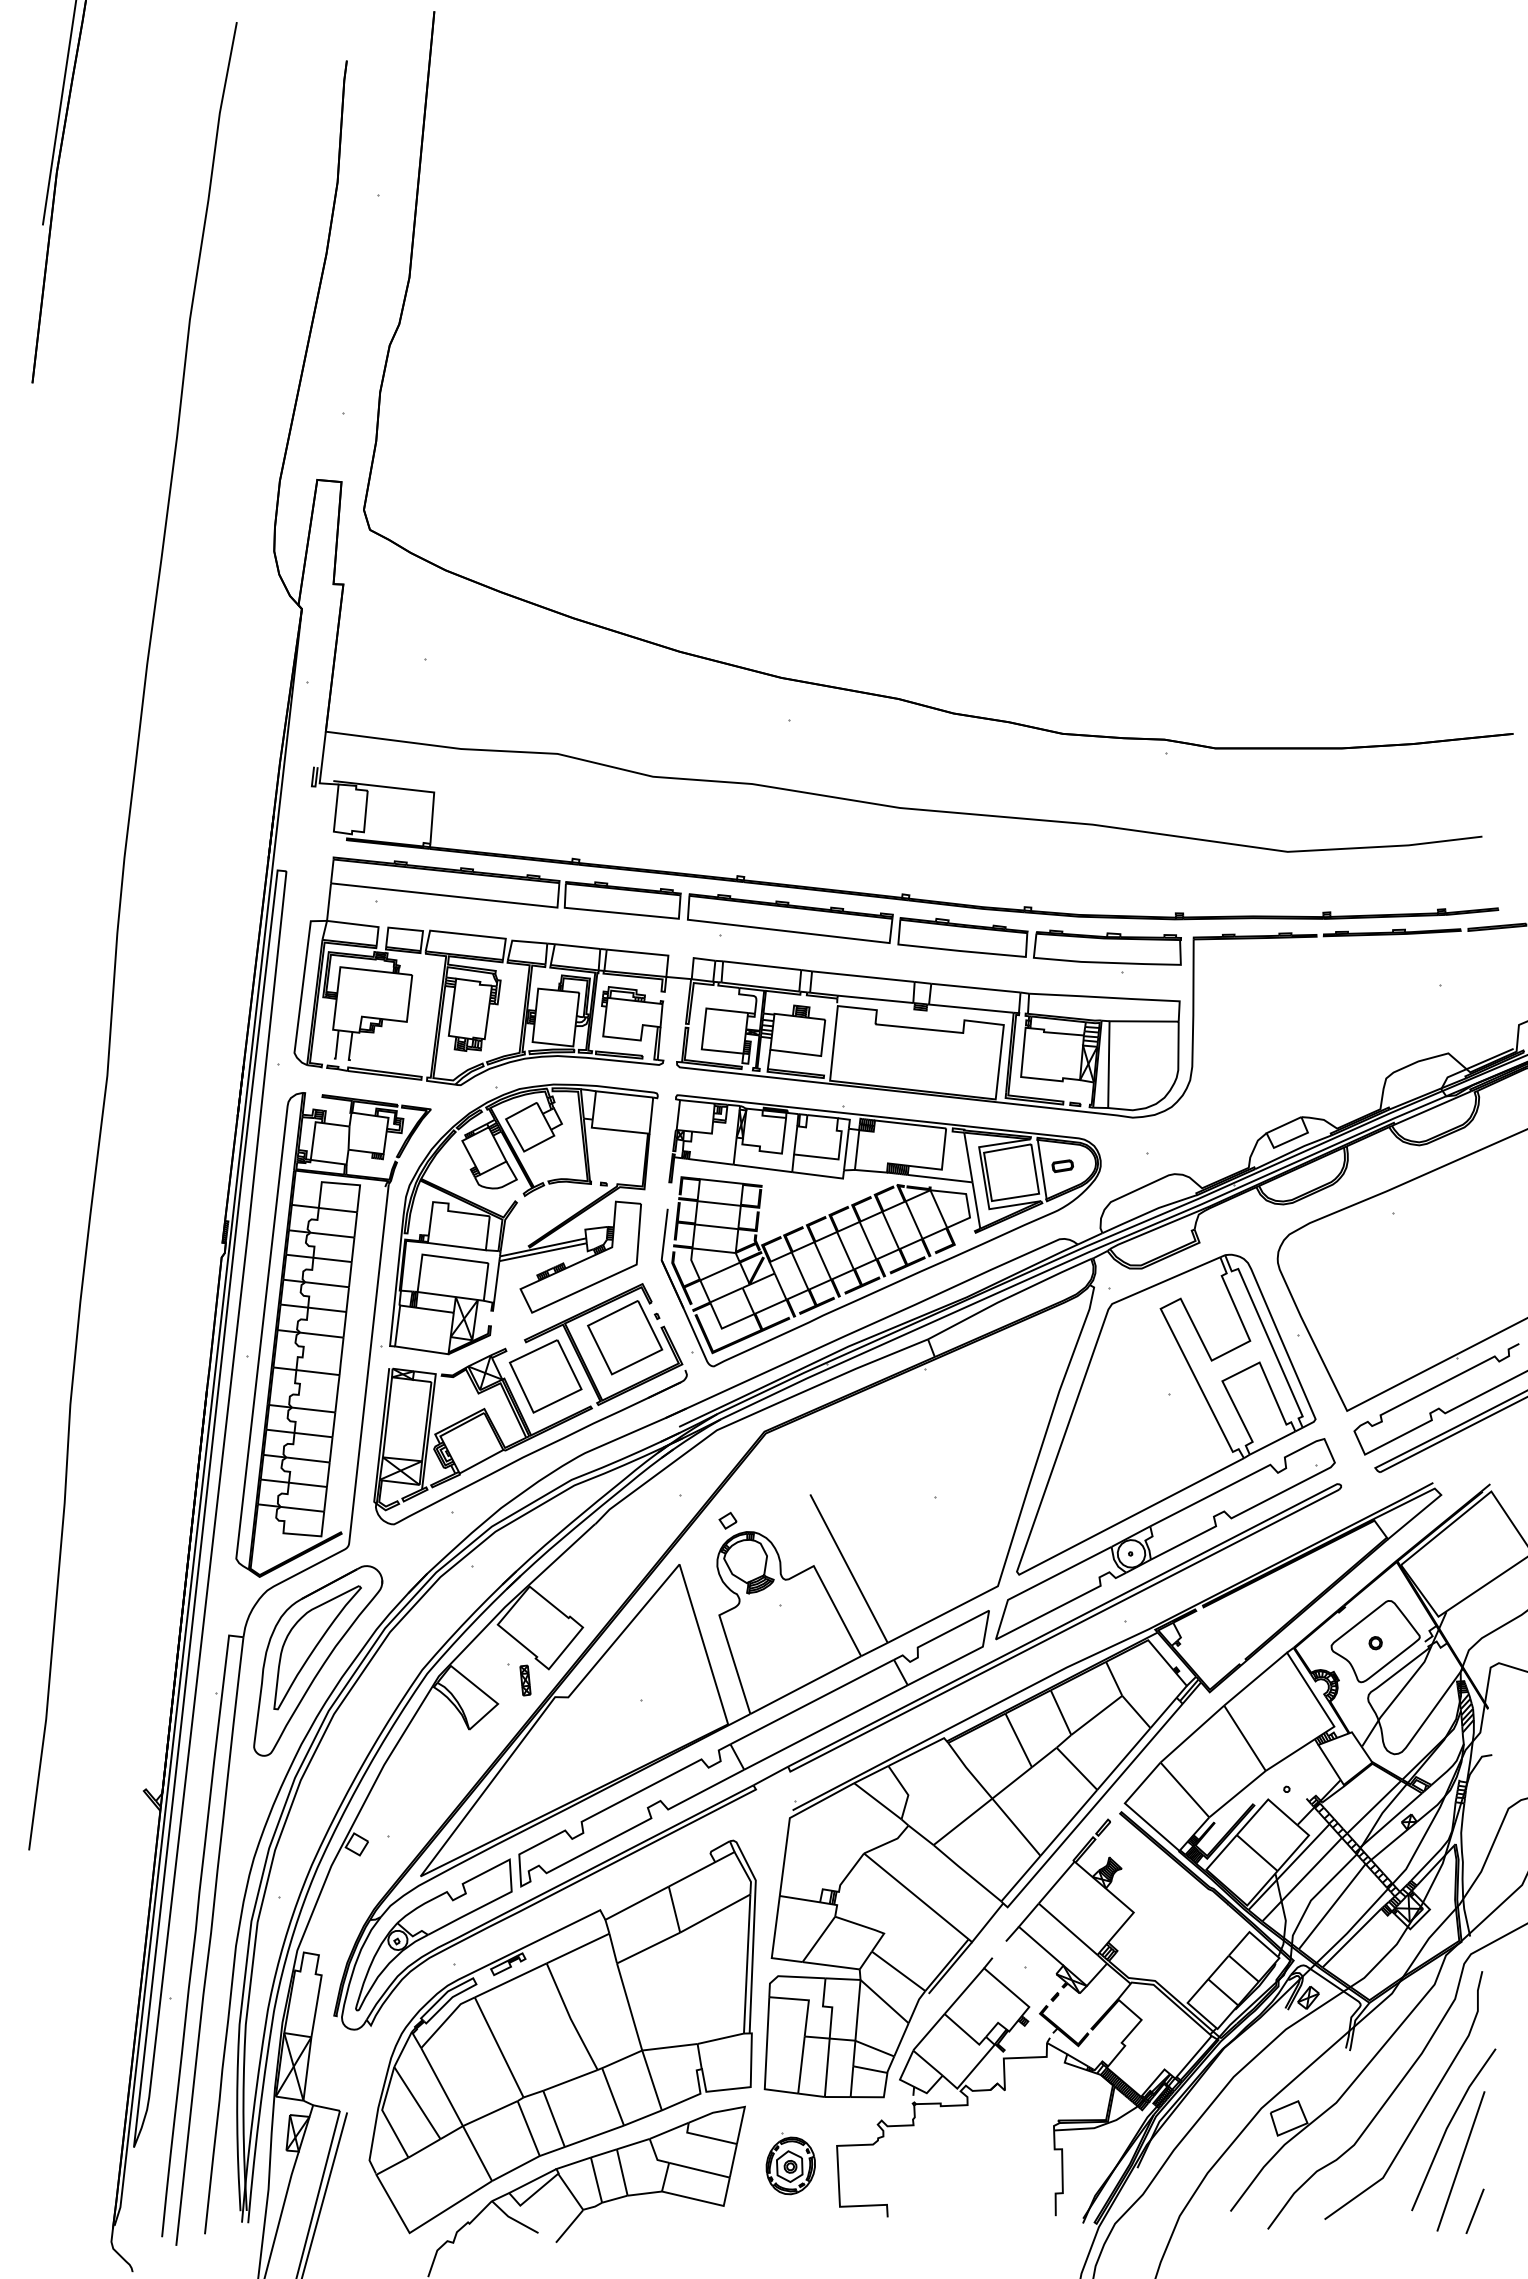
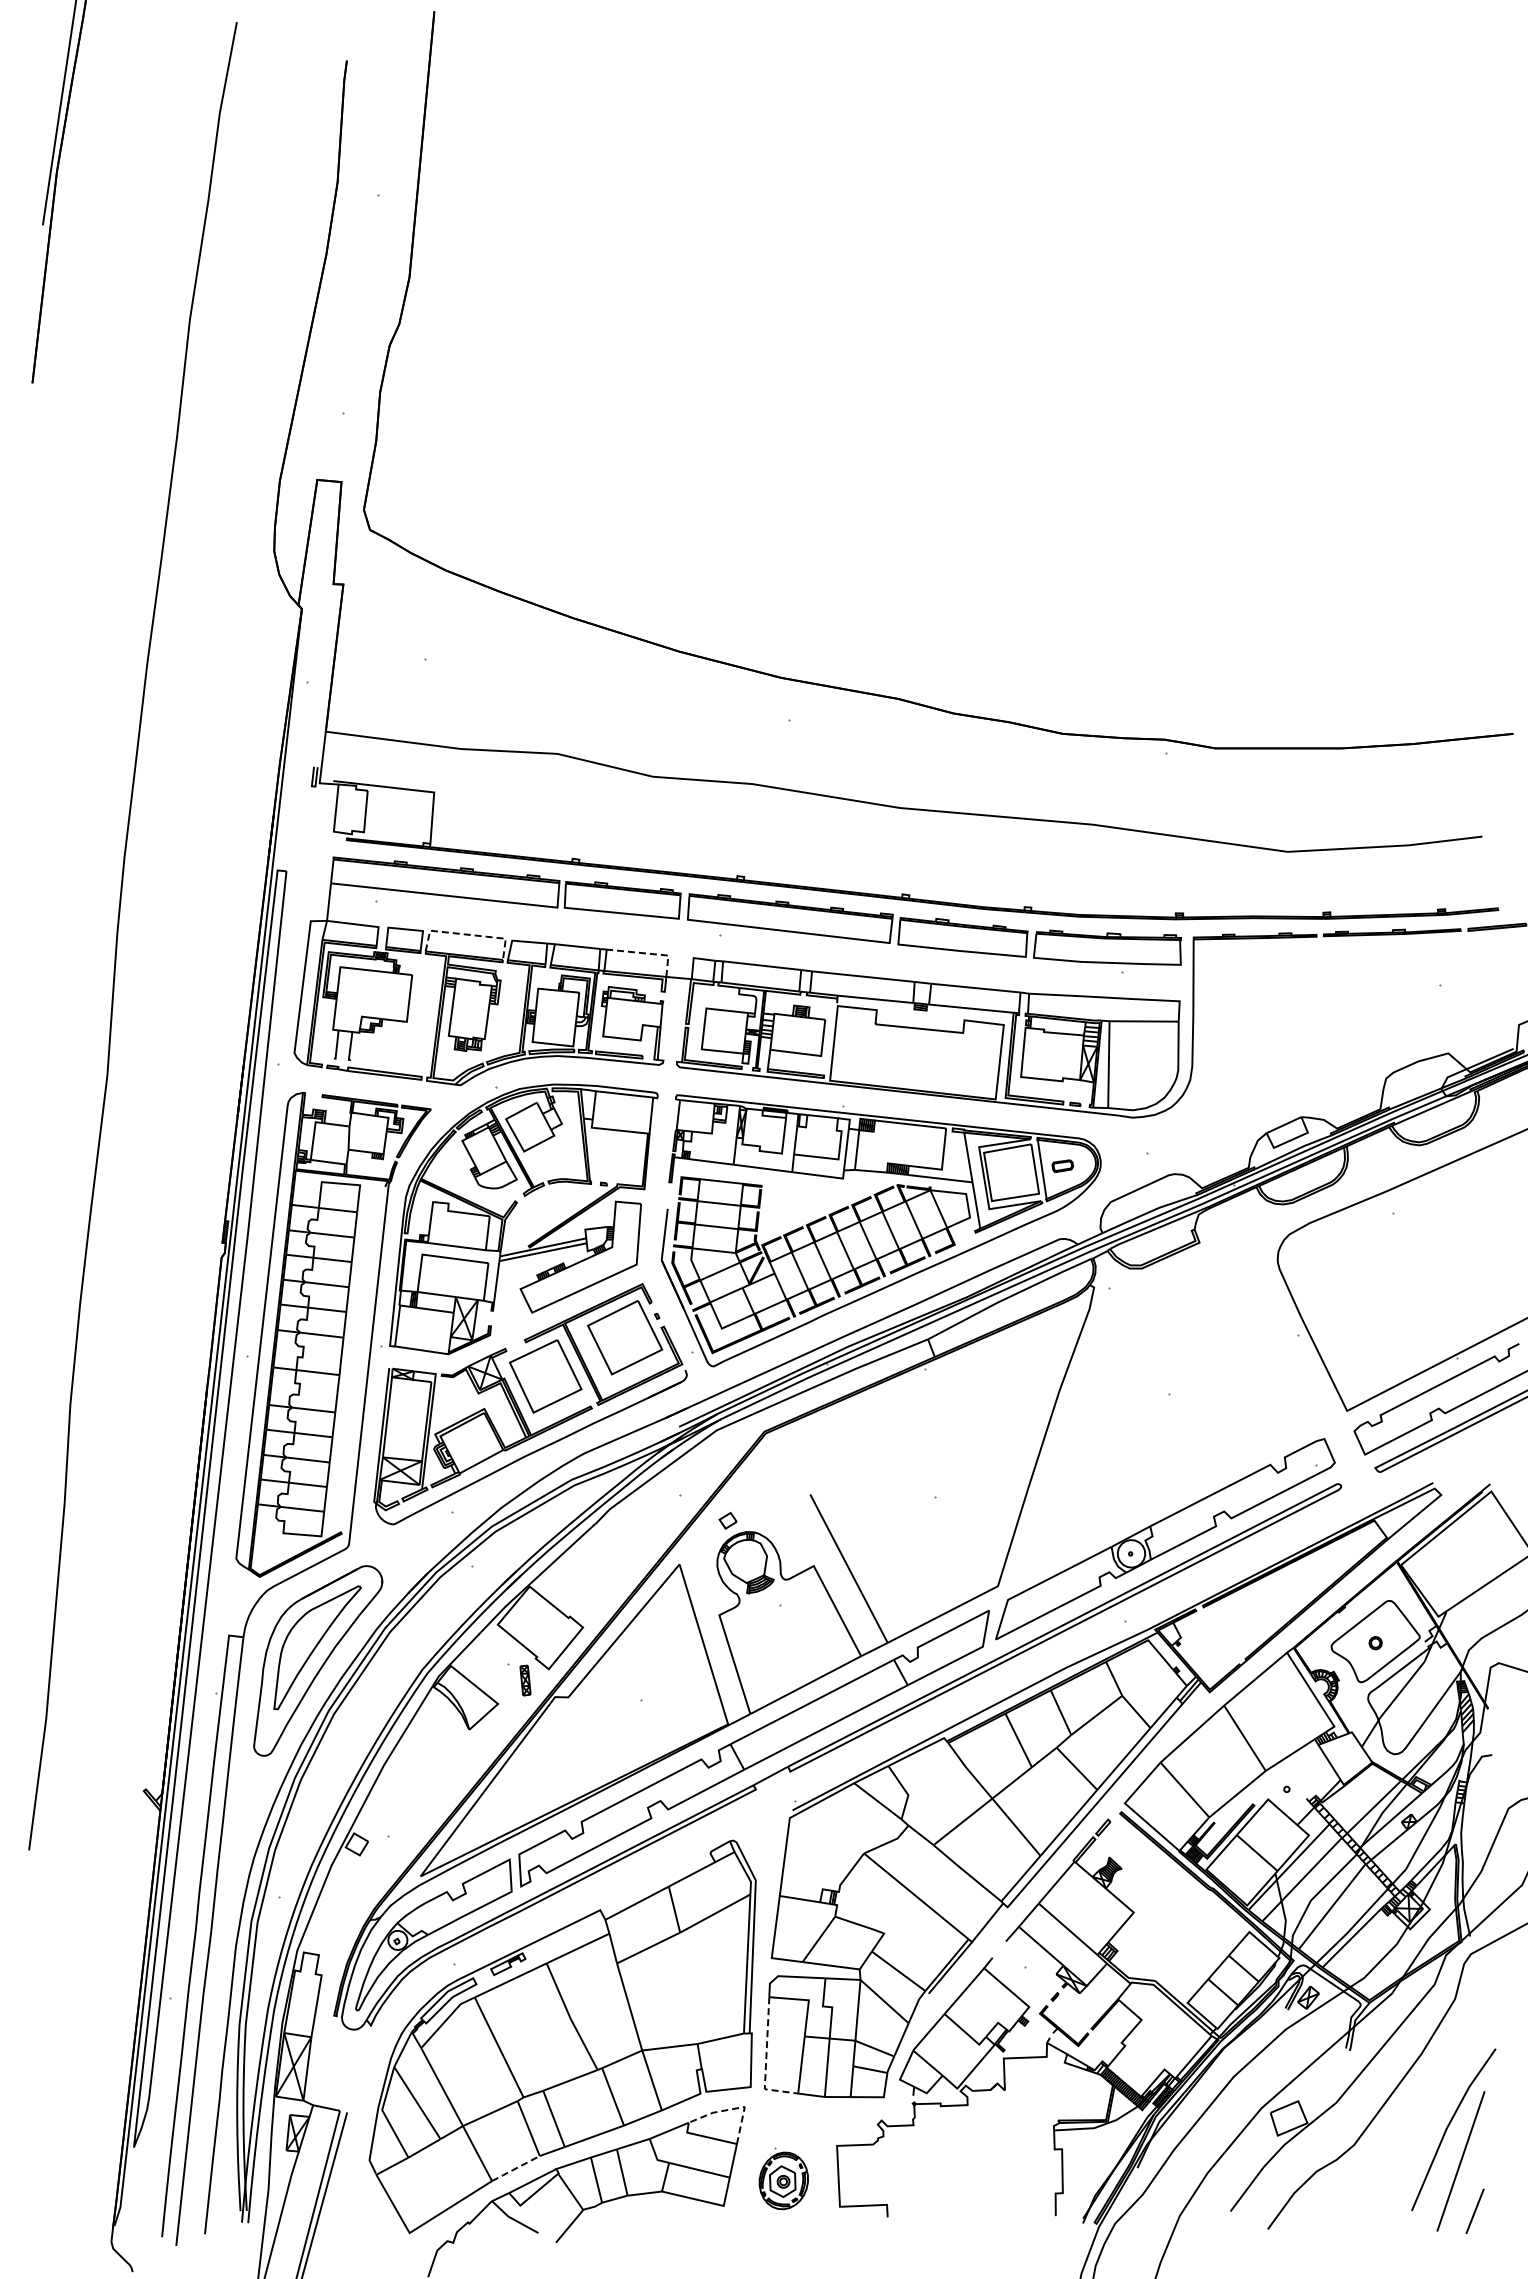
line at (468, 934): solid -> dashed
line at (648, 953): solid -> dashed
part at (1166, 1414): present -> none
line at (766, 2060): solid -> dashed
curve at (1424, 2106): present -> none
line at (734, 2108): solid -> dashed
part at (790, 2163) position: (790, 2163) -> (783, 2178)
line at (515, 2168): solid -> dashed
